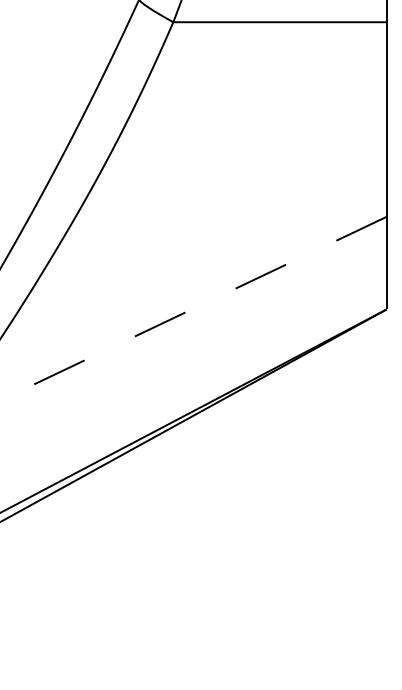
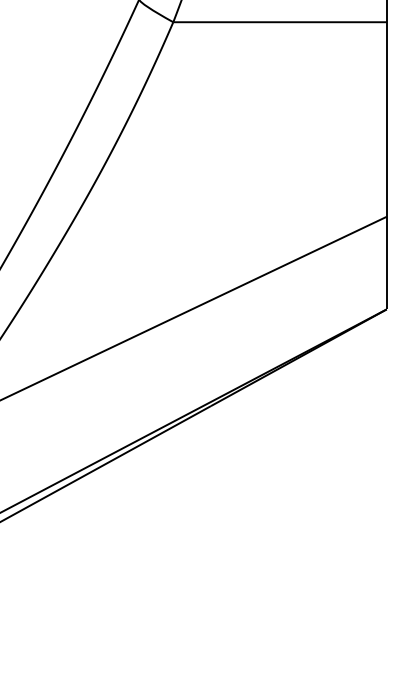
line at (193, 308): dashed -> solid
